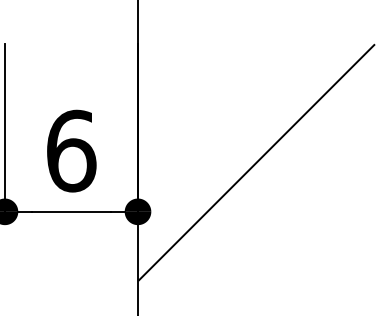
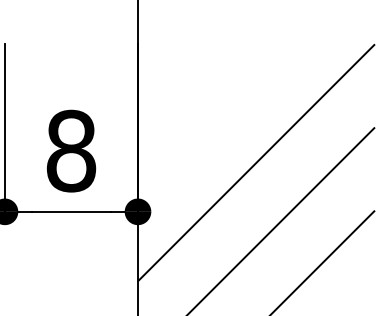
text at (71, 150): 6 -> 8
line at (282, 220): none -> present
line at (323, 261): none -> present
